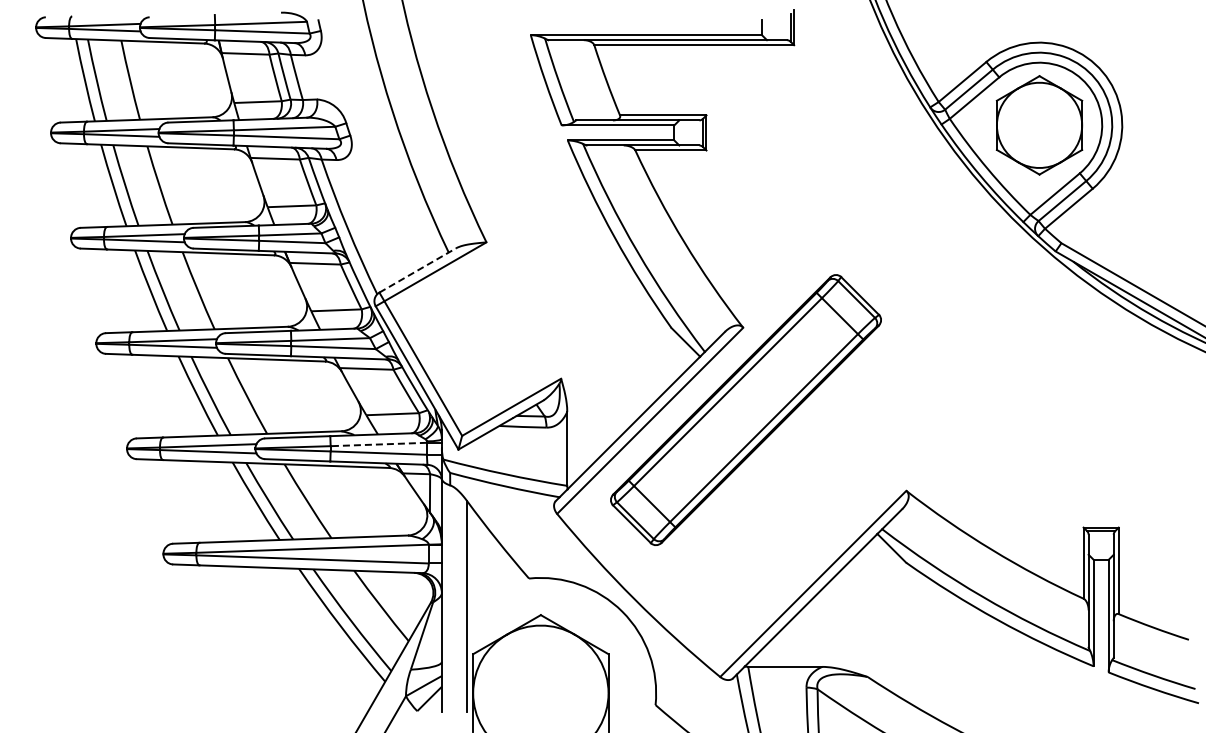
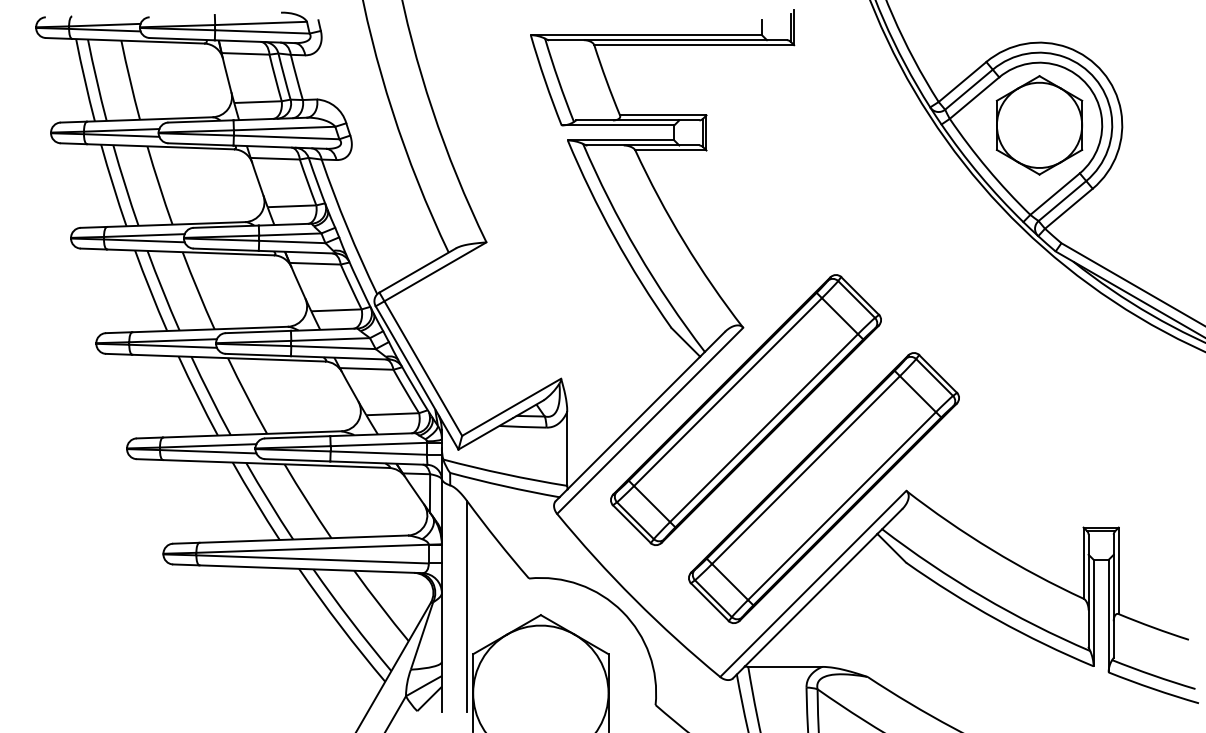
line at (418, 270): dashed -> solid
line at (378, 444): dashed -> solid
part at (823, 487): none -> present
